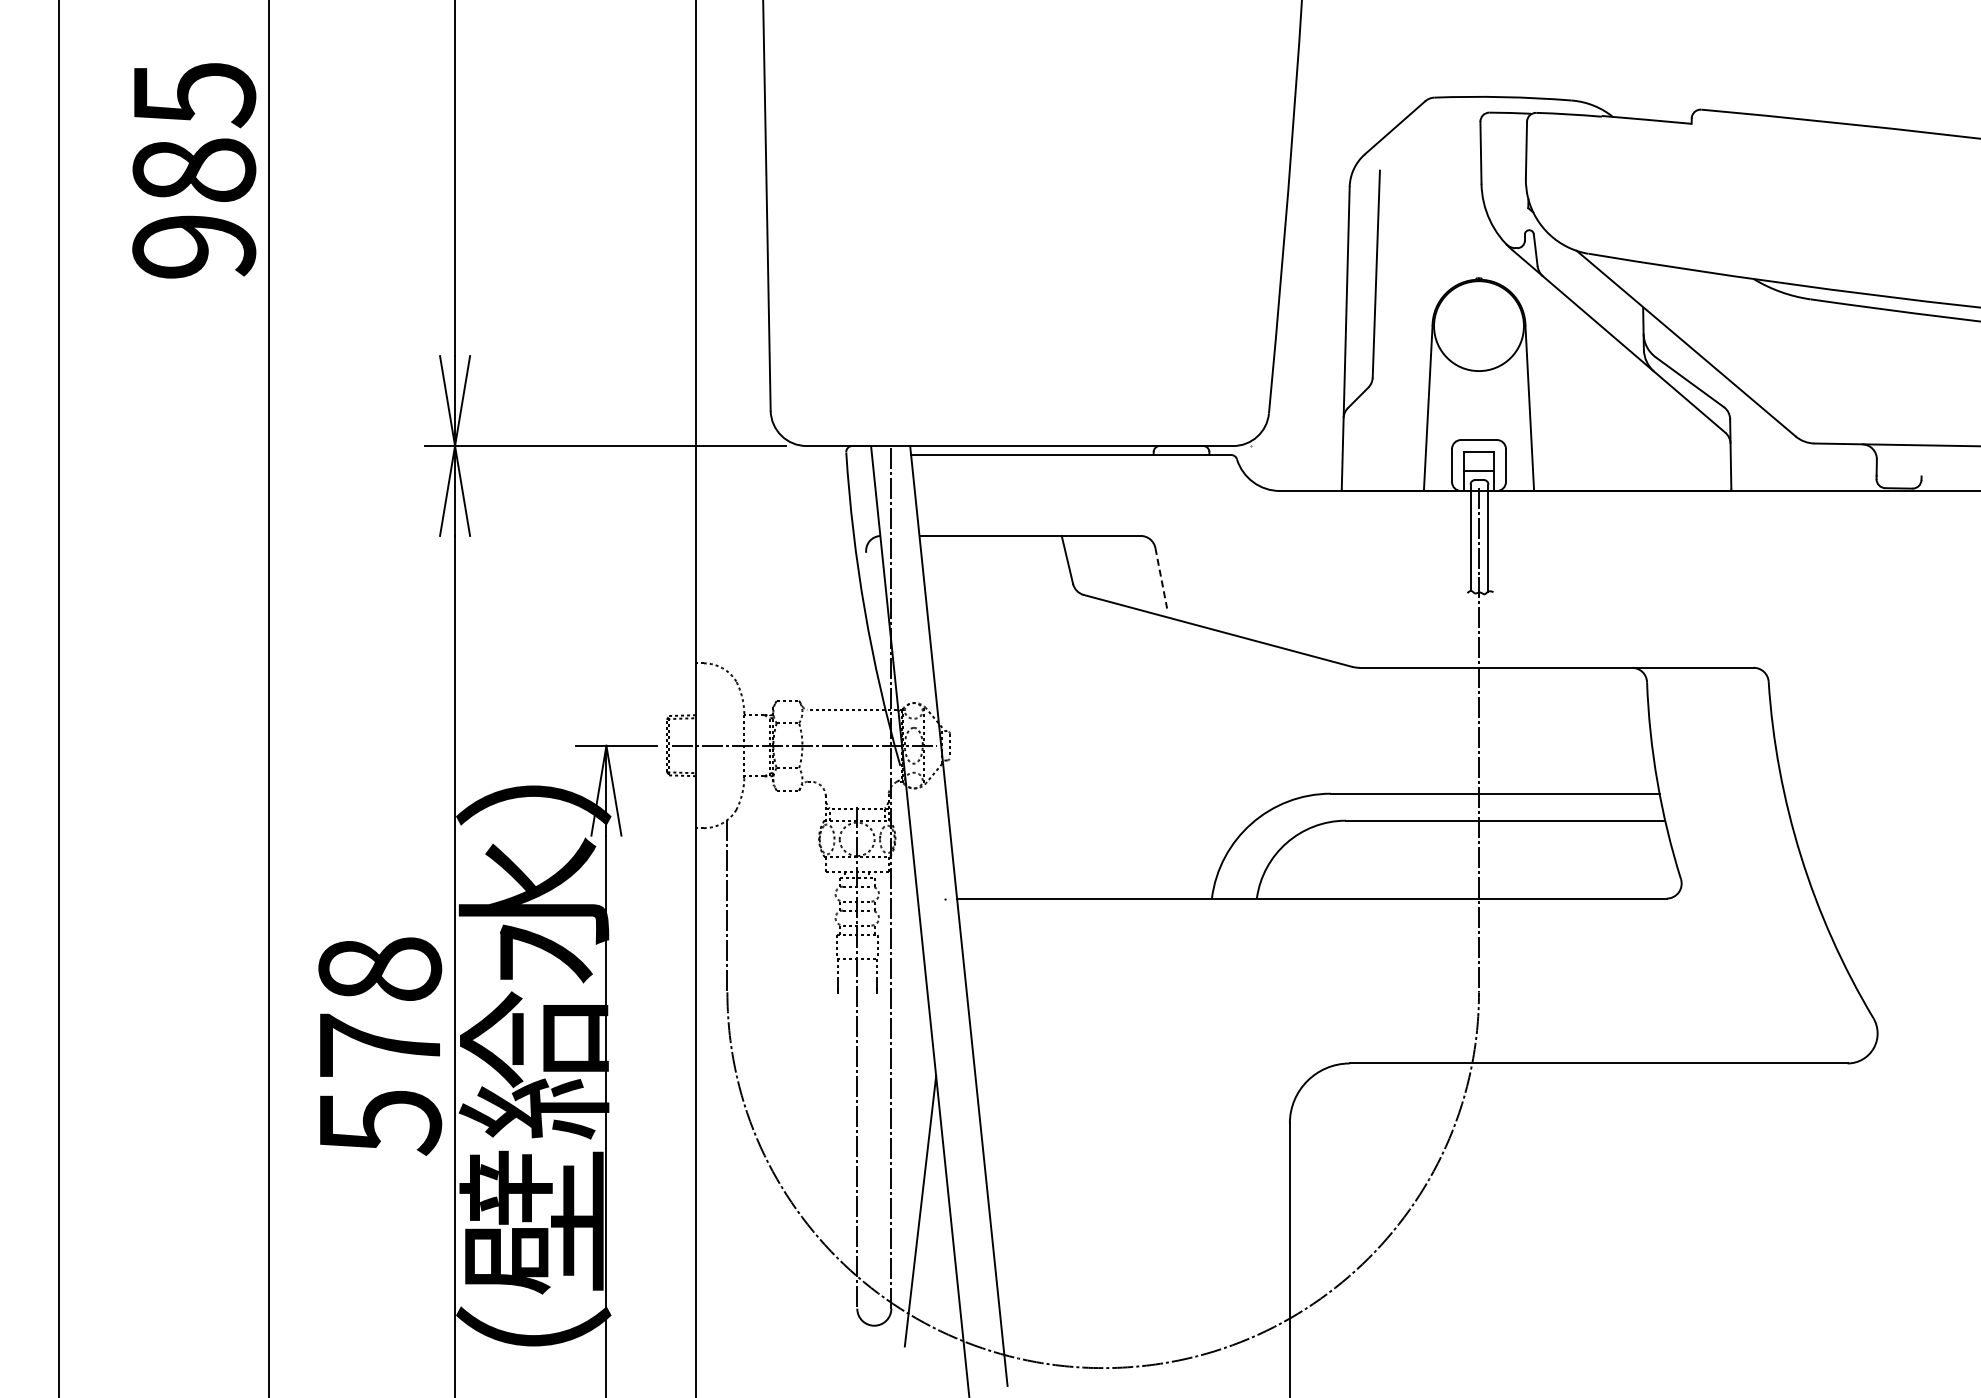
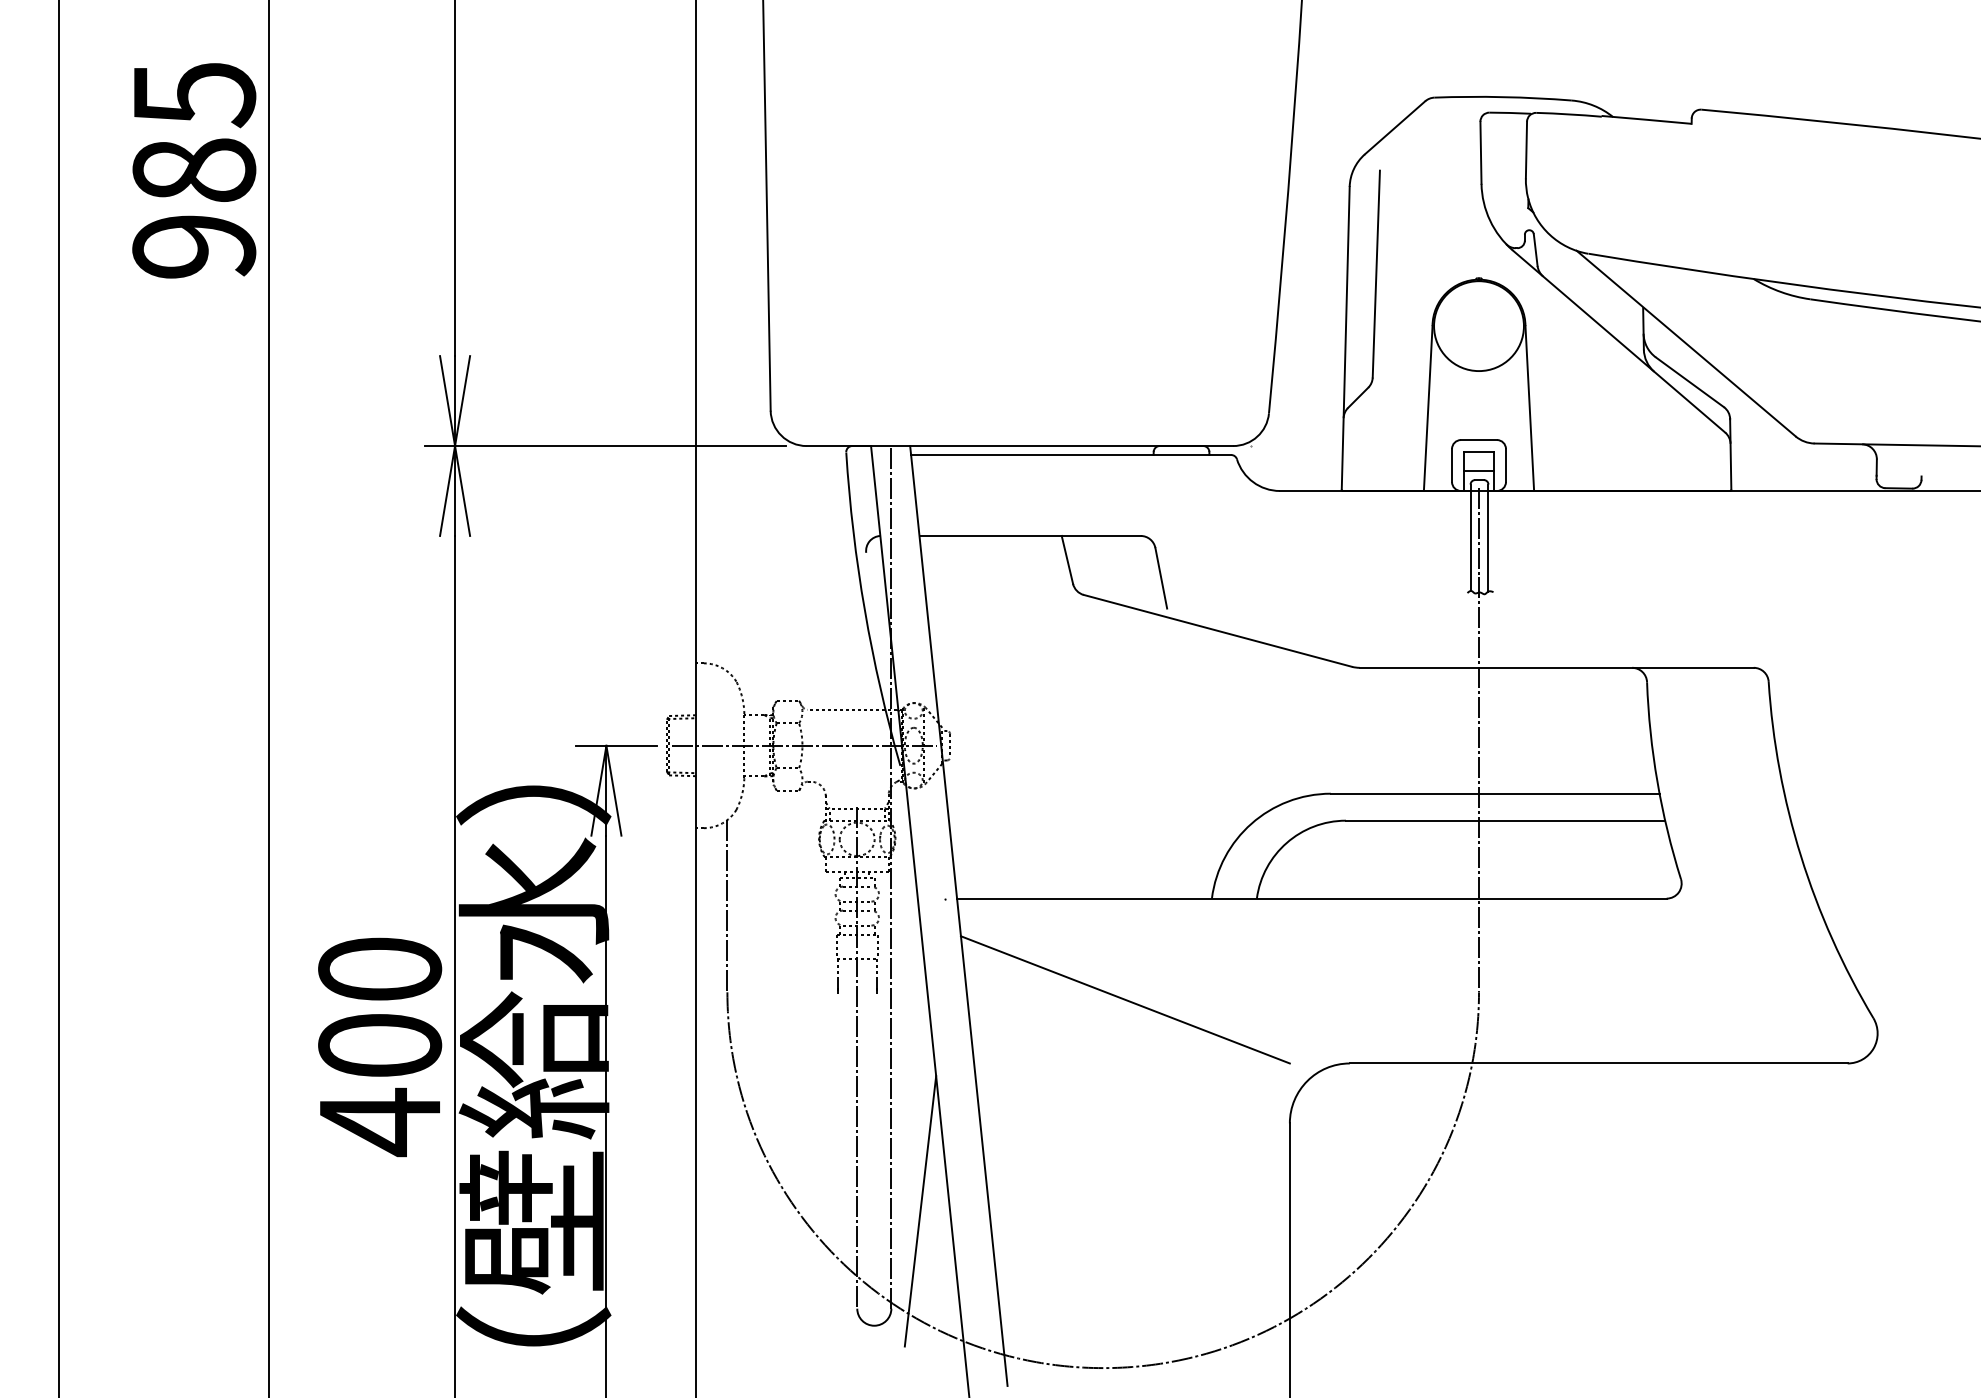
line at (1161, 578): dashed -> solid
line at (1124, 999): none -> present
text at (380, 1047): 578 -> 400
